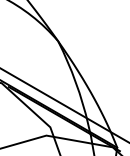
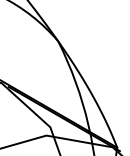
line at (64, 105): present -> none
